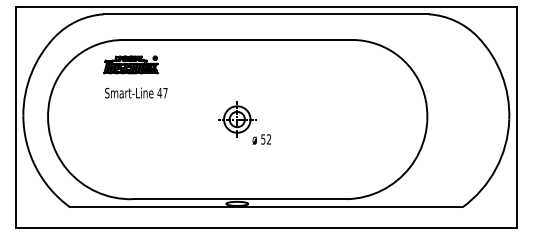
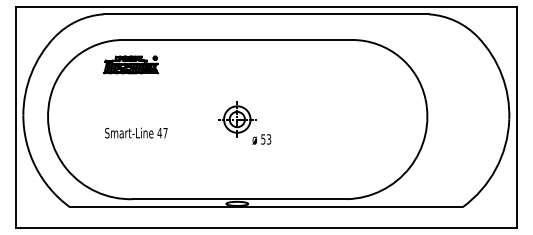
text at (136, 92) position: (136, 92) -> (136, 132)
text at (269, 139): 52 -> 53
